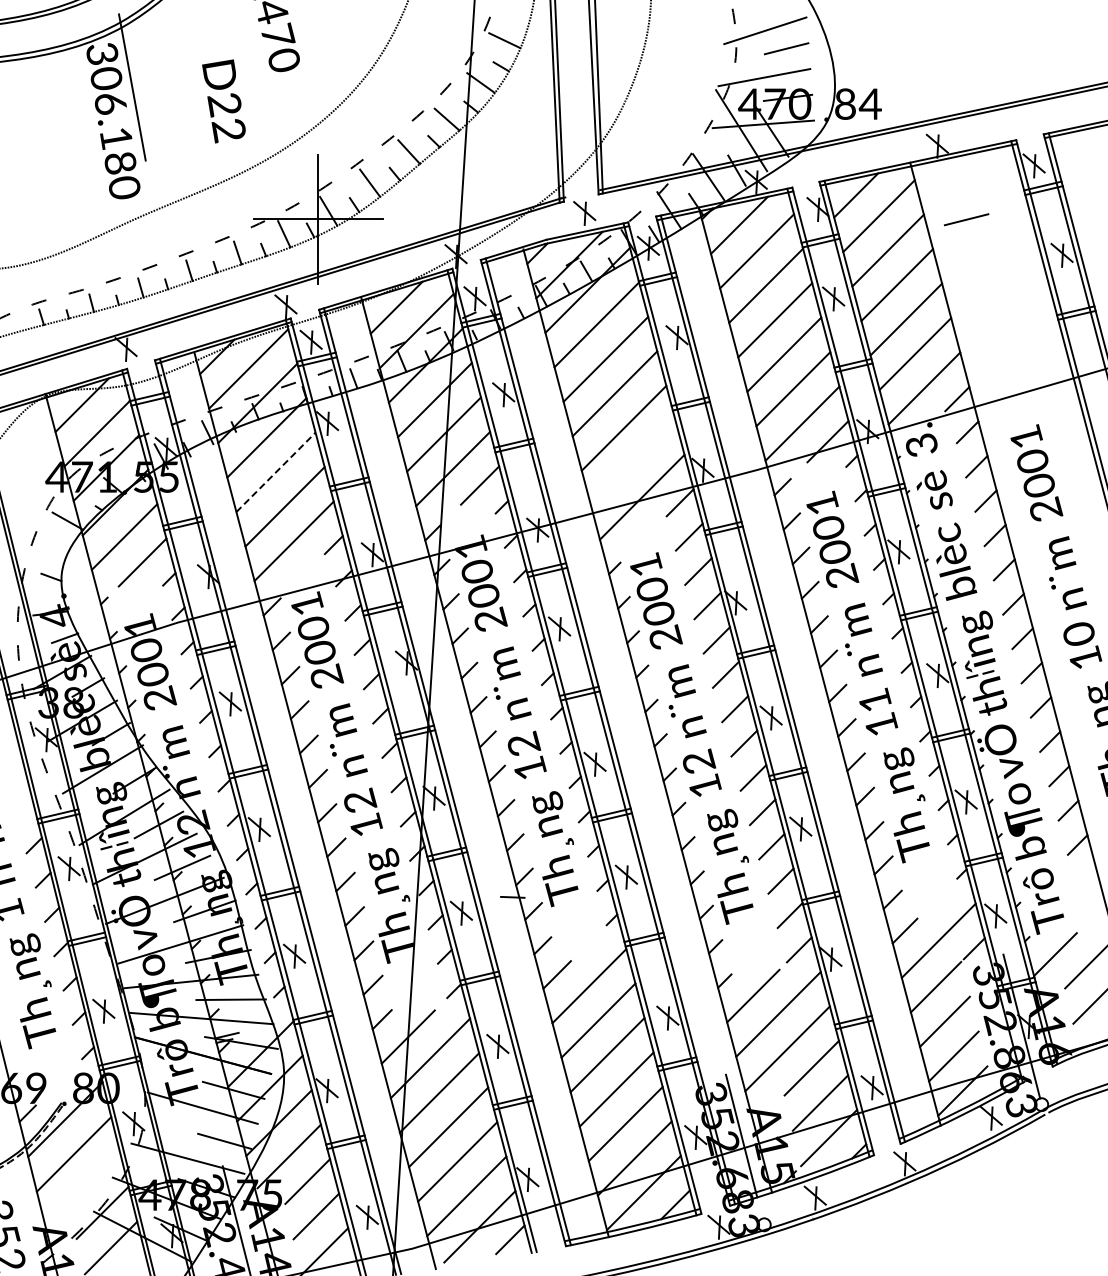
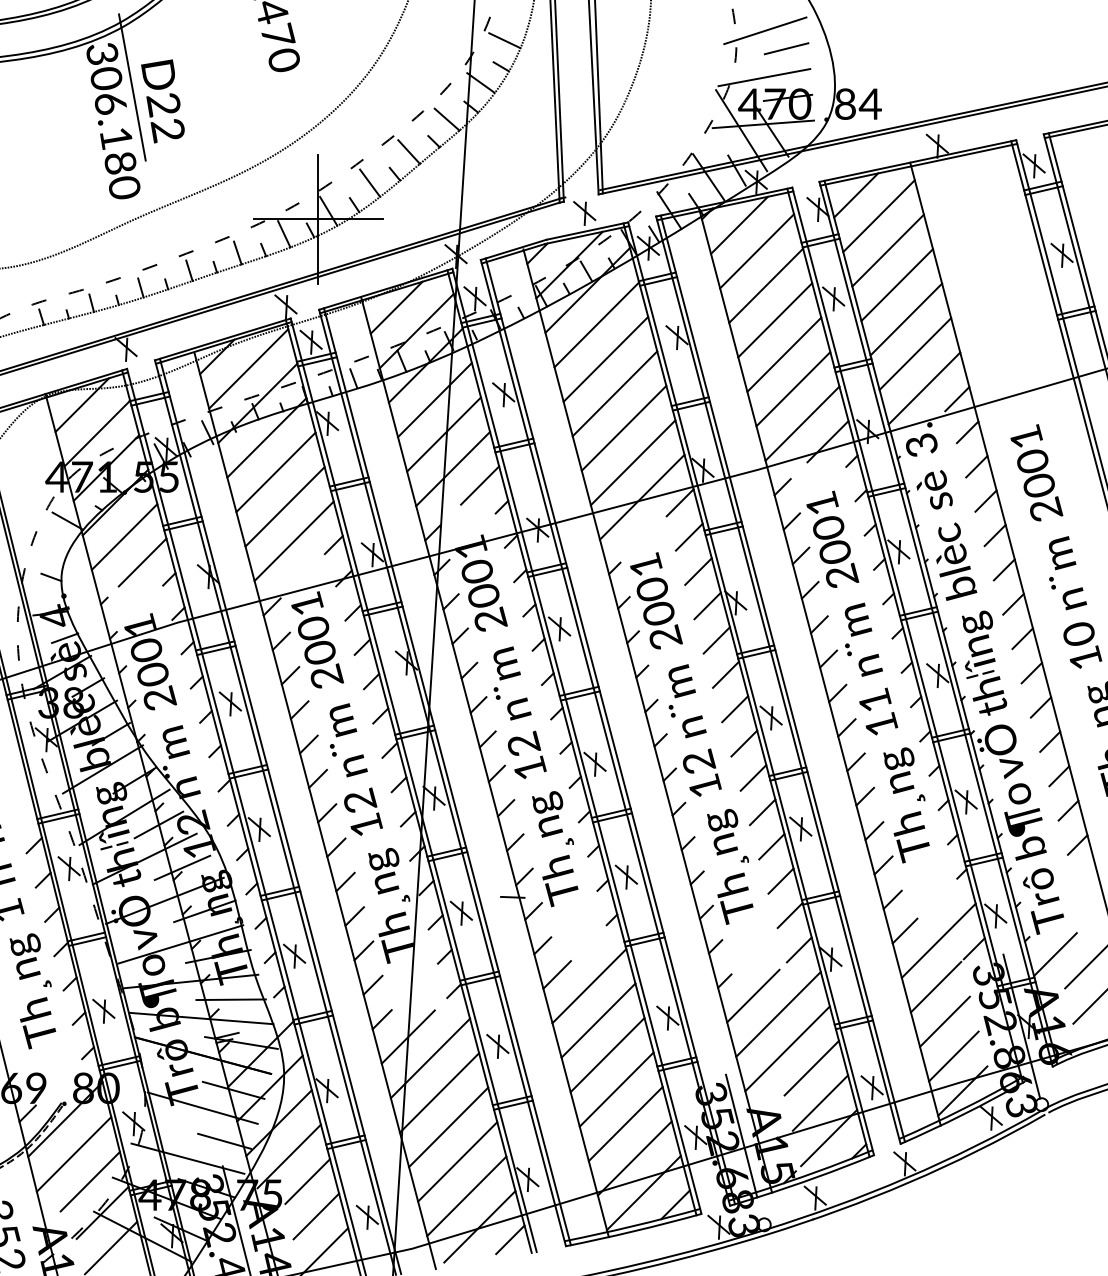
text at (223, 101) position: (223, 101) -> (162, 101)
line at (966, 219): present -> none
line at (632, 462): none -> present
line at (276, 472): dashed -> solid
line at (89, 1181): none -> present
